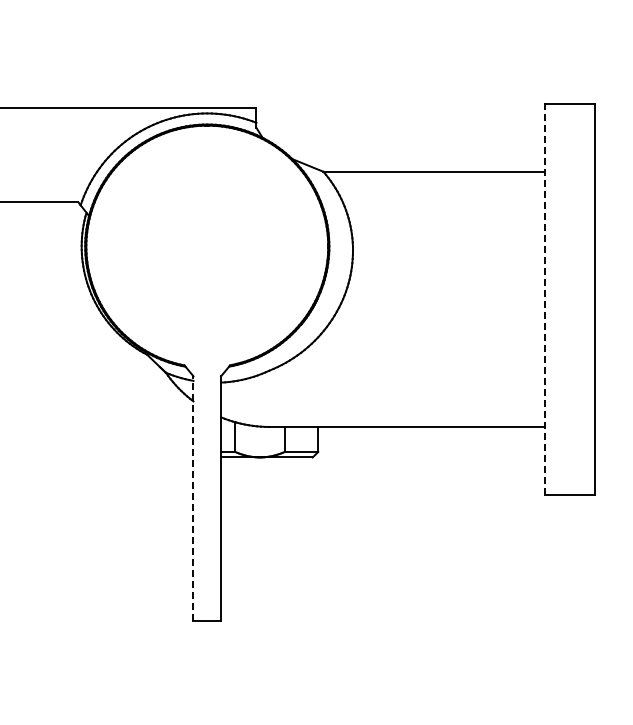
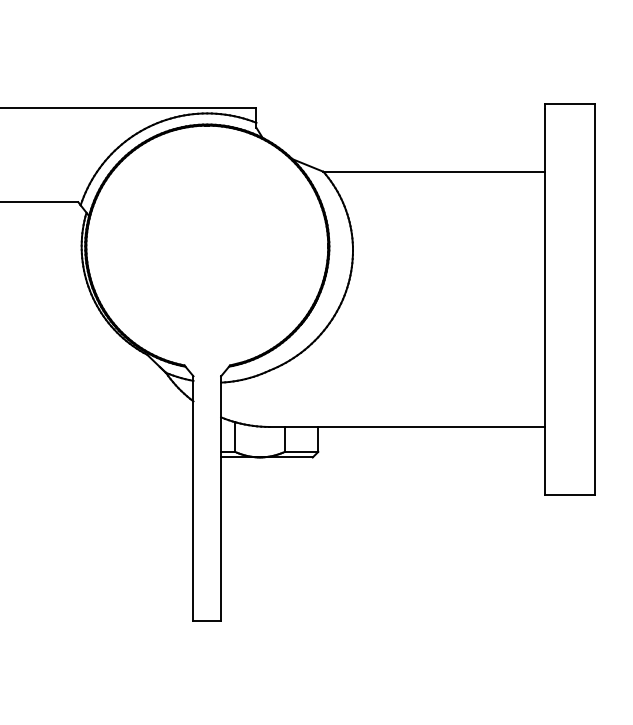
line at (545, 302): dashed -> solid
line at (193, 498): dashed -> solid
